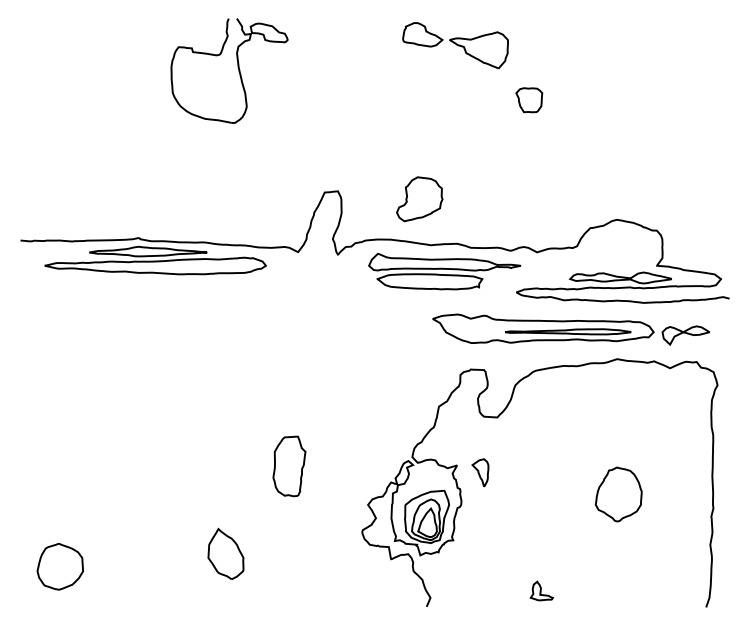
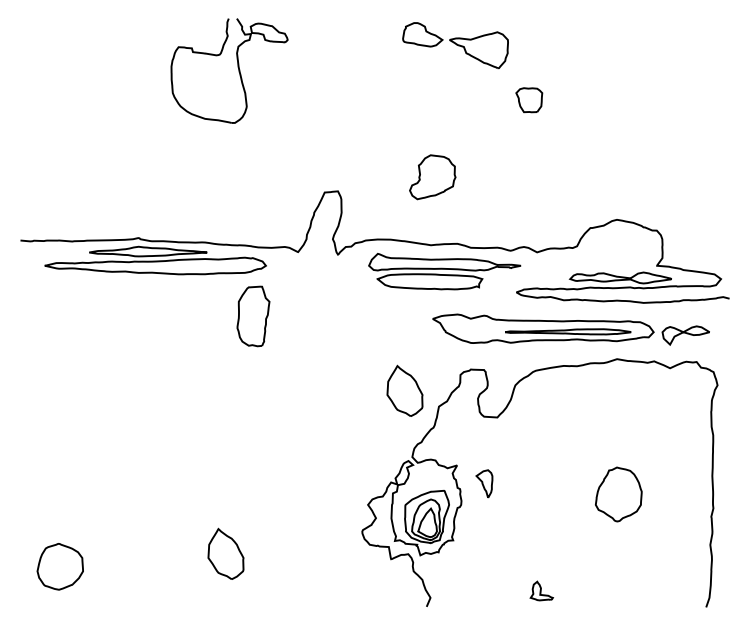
part at (419, 199) position: (419, 199) -> (432, 177)
part at (404, 390): none -> present
part at (289, 466) position: (289, 466) -> (253, 316)
part at (480, 472) position: (480, 472) -> (484, 483)
